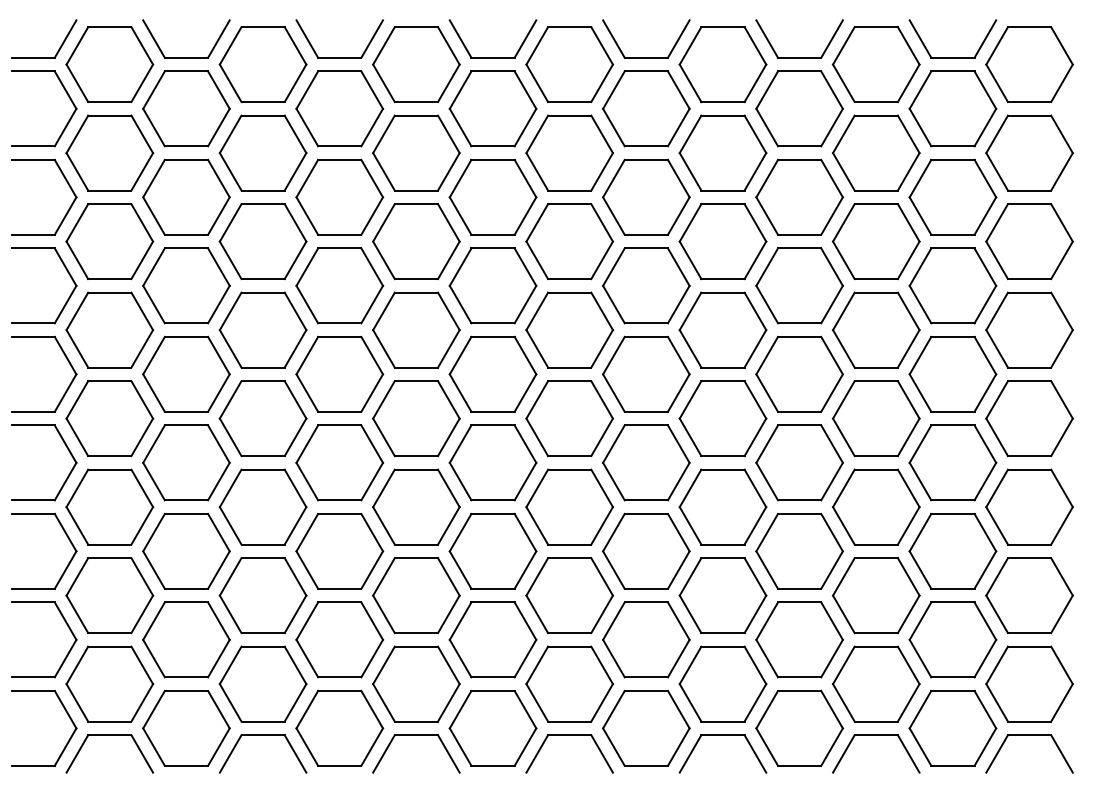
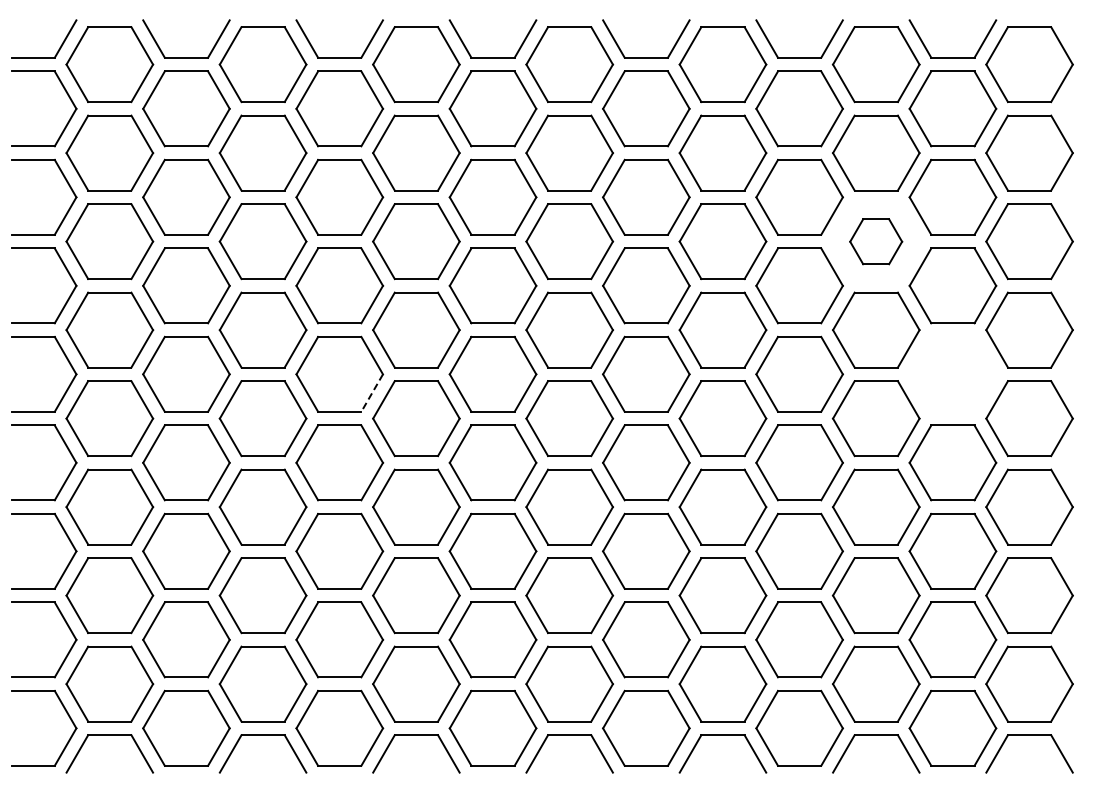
part at (875, 241) size: 90x78 px -> 55x48 px
part at (952, 373): present -> none
line at (372, 393): solid -> dashed
